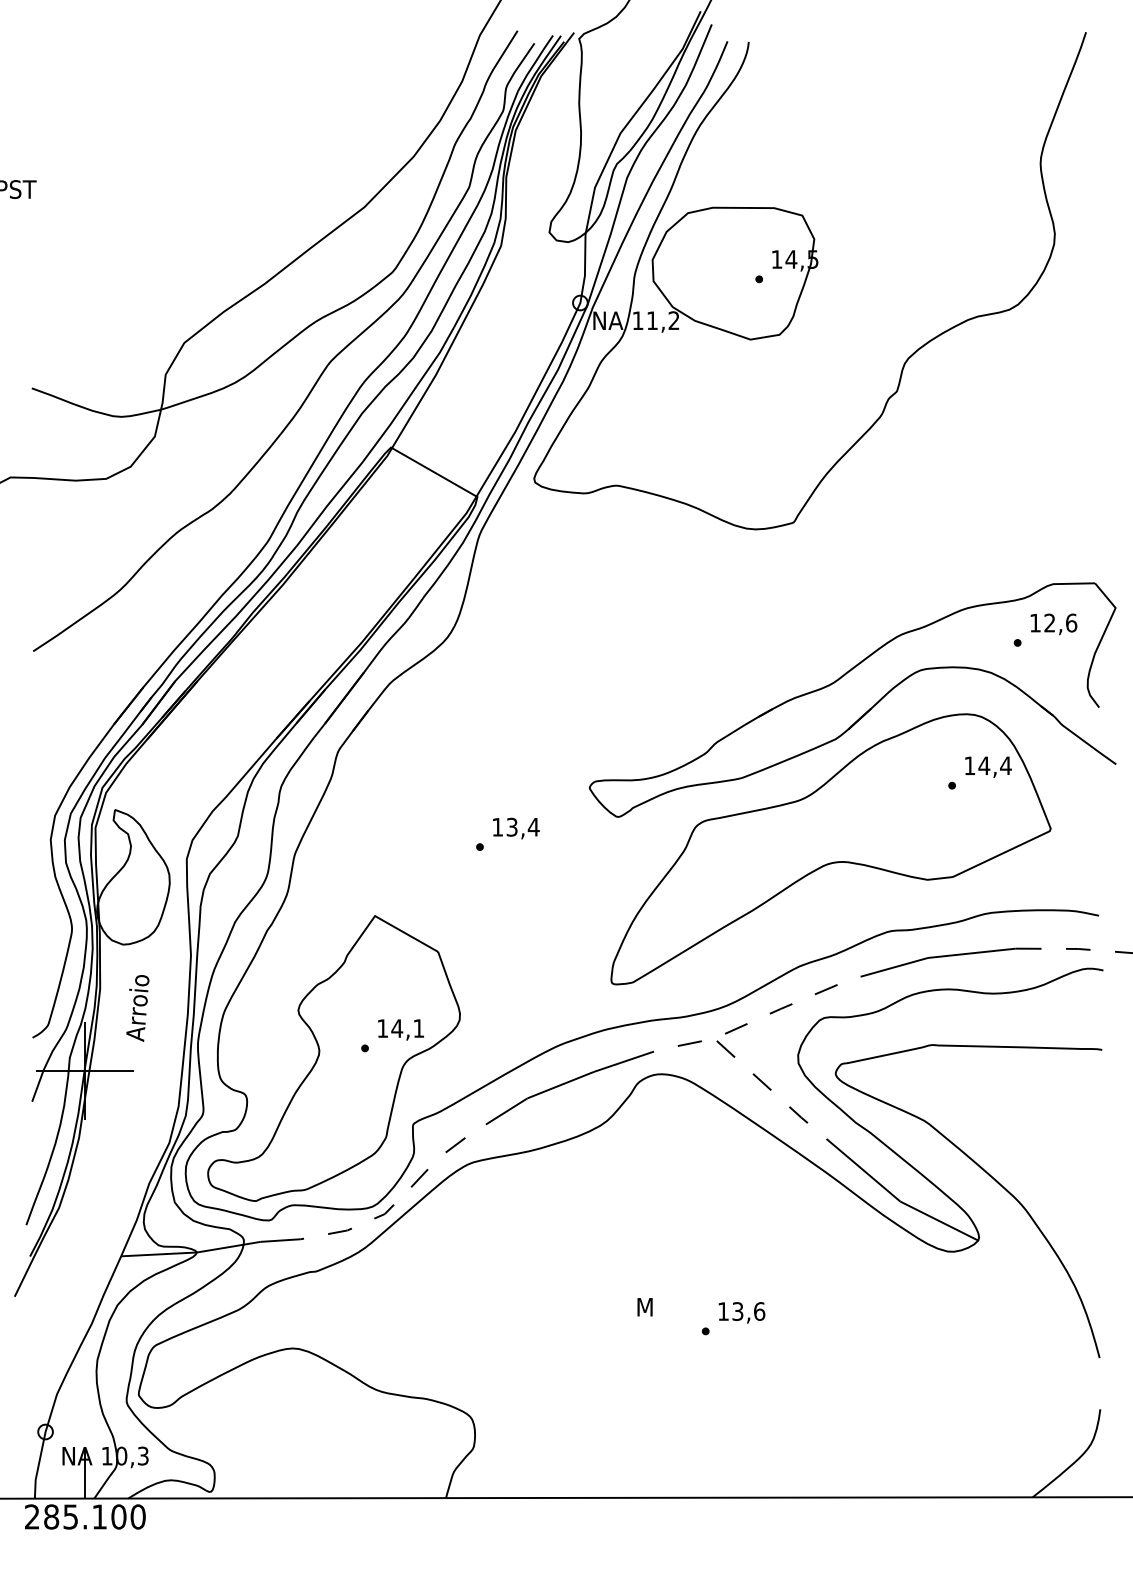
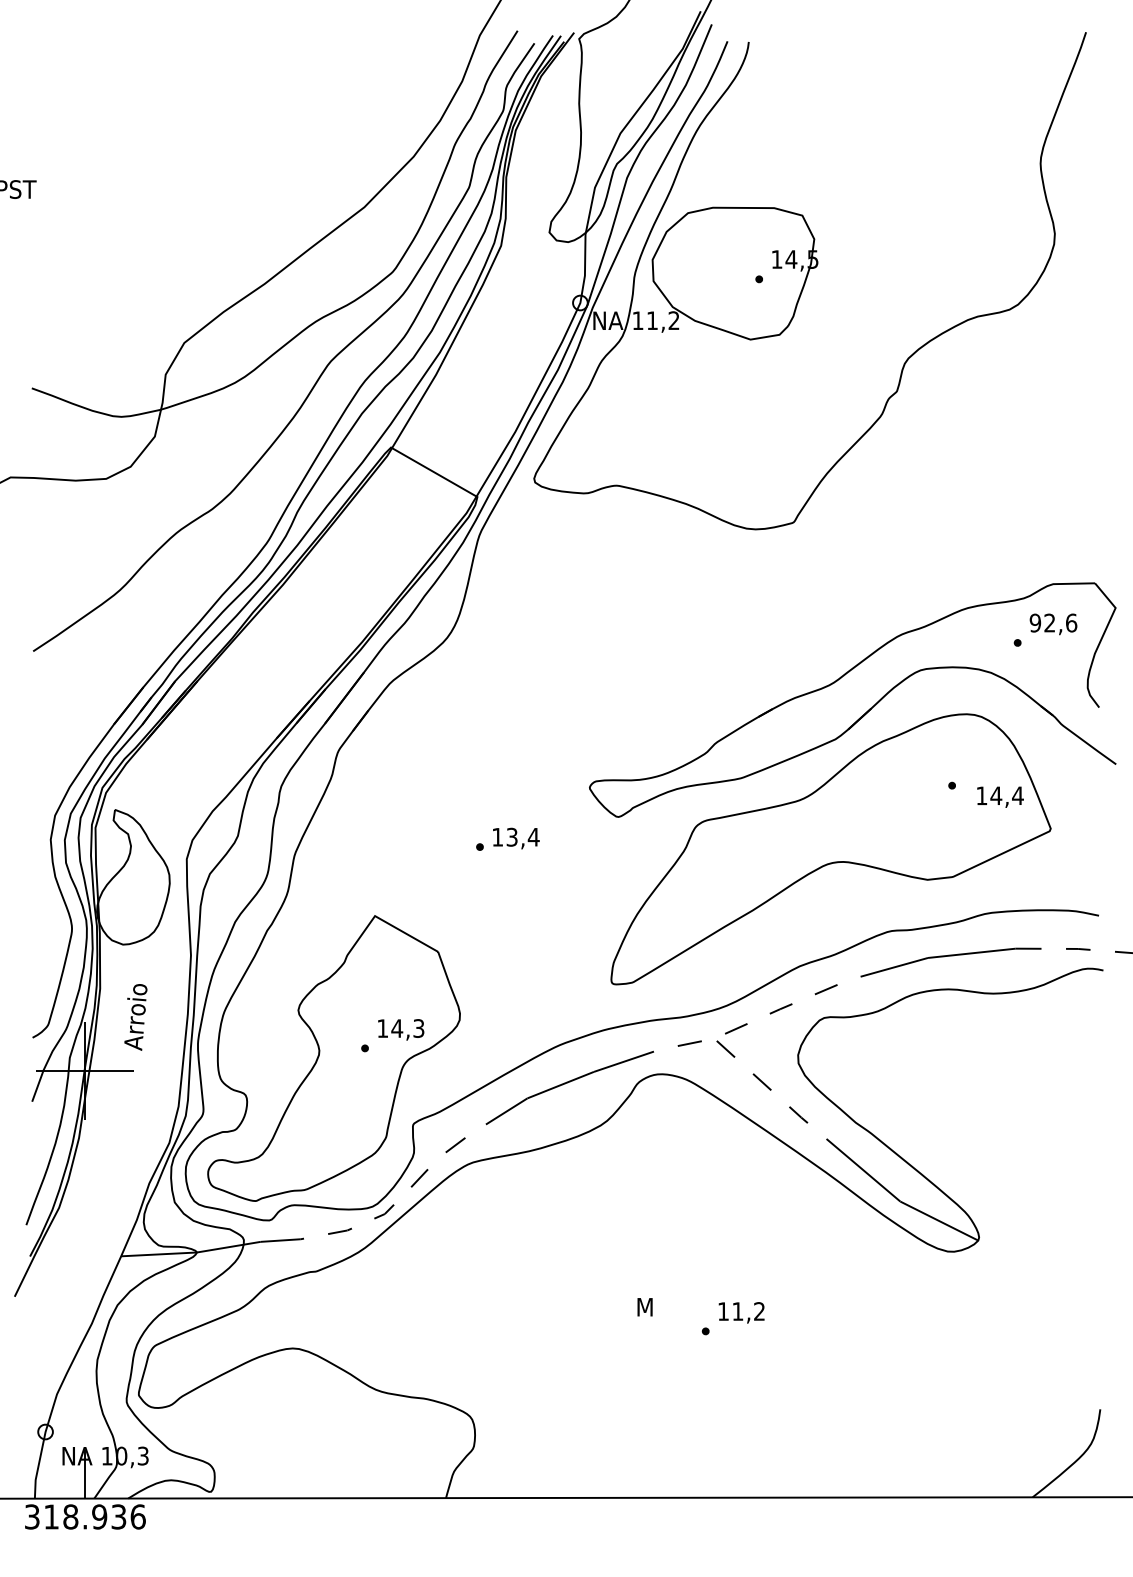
text at (1035, 622): 12,6 -> 92,6
text at (988, 766) position: (988, 766) -> (1000, 796)
text at (516, 828) position: (516, 828) -> (516, 838)
text at (137, 1008) position: (137, 1008) -> (135, 1017)
text at (418, 1028): 14,1 -> 14,3
curve at (990, 1177): present -> none
text at (748, 1311): 13,6 -> 11,2
text at (85, 1516): 285.100 -> 318.936
